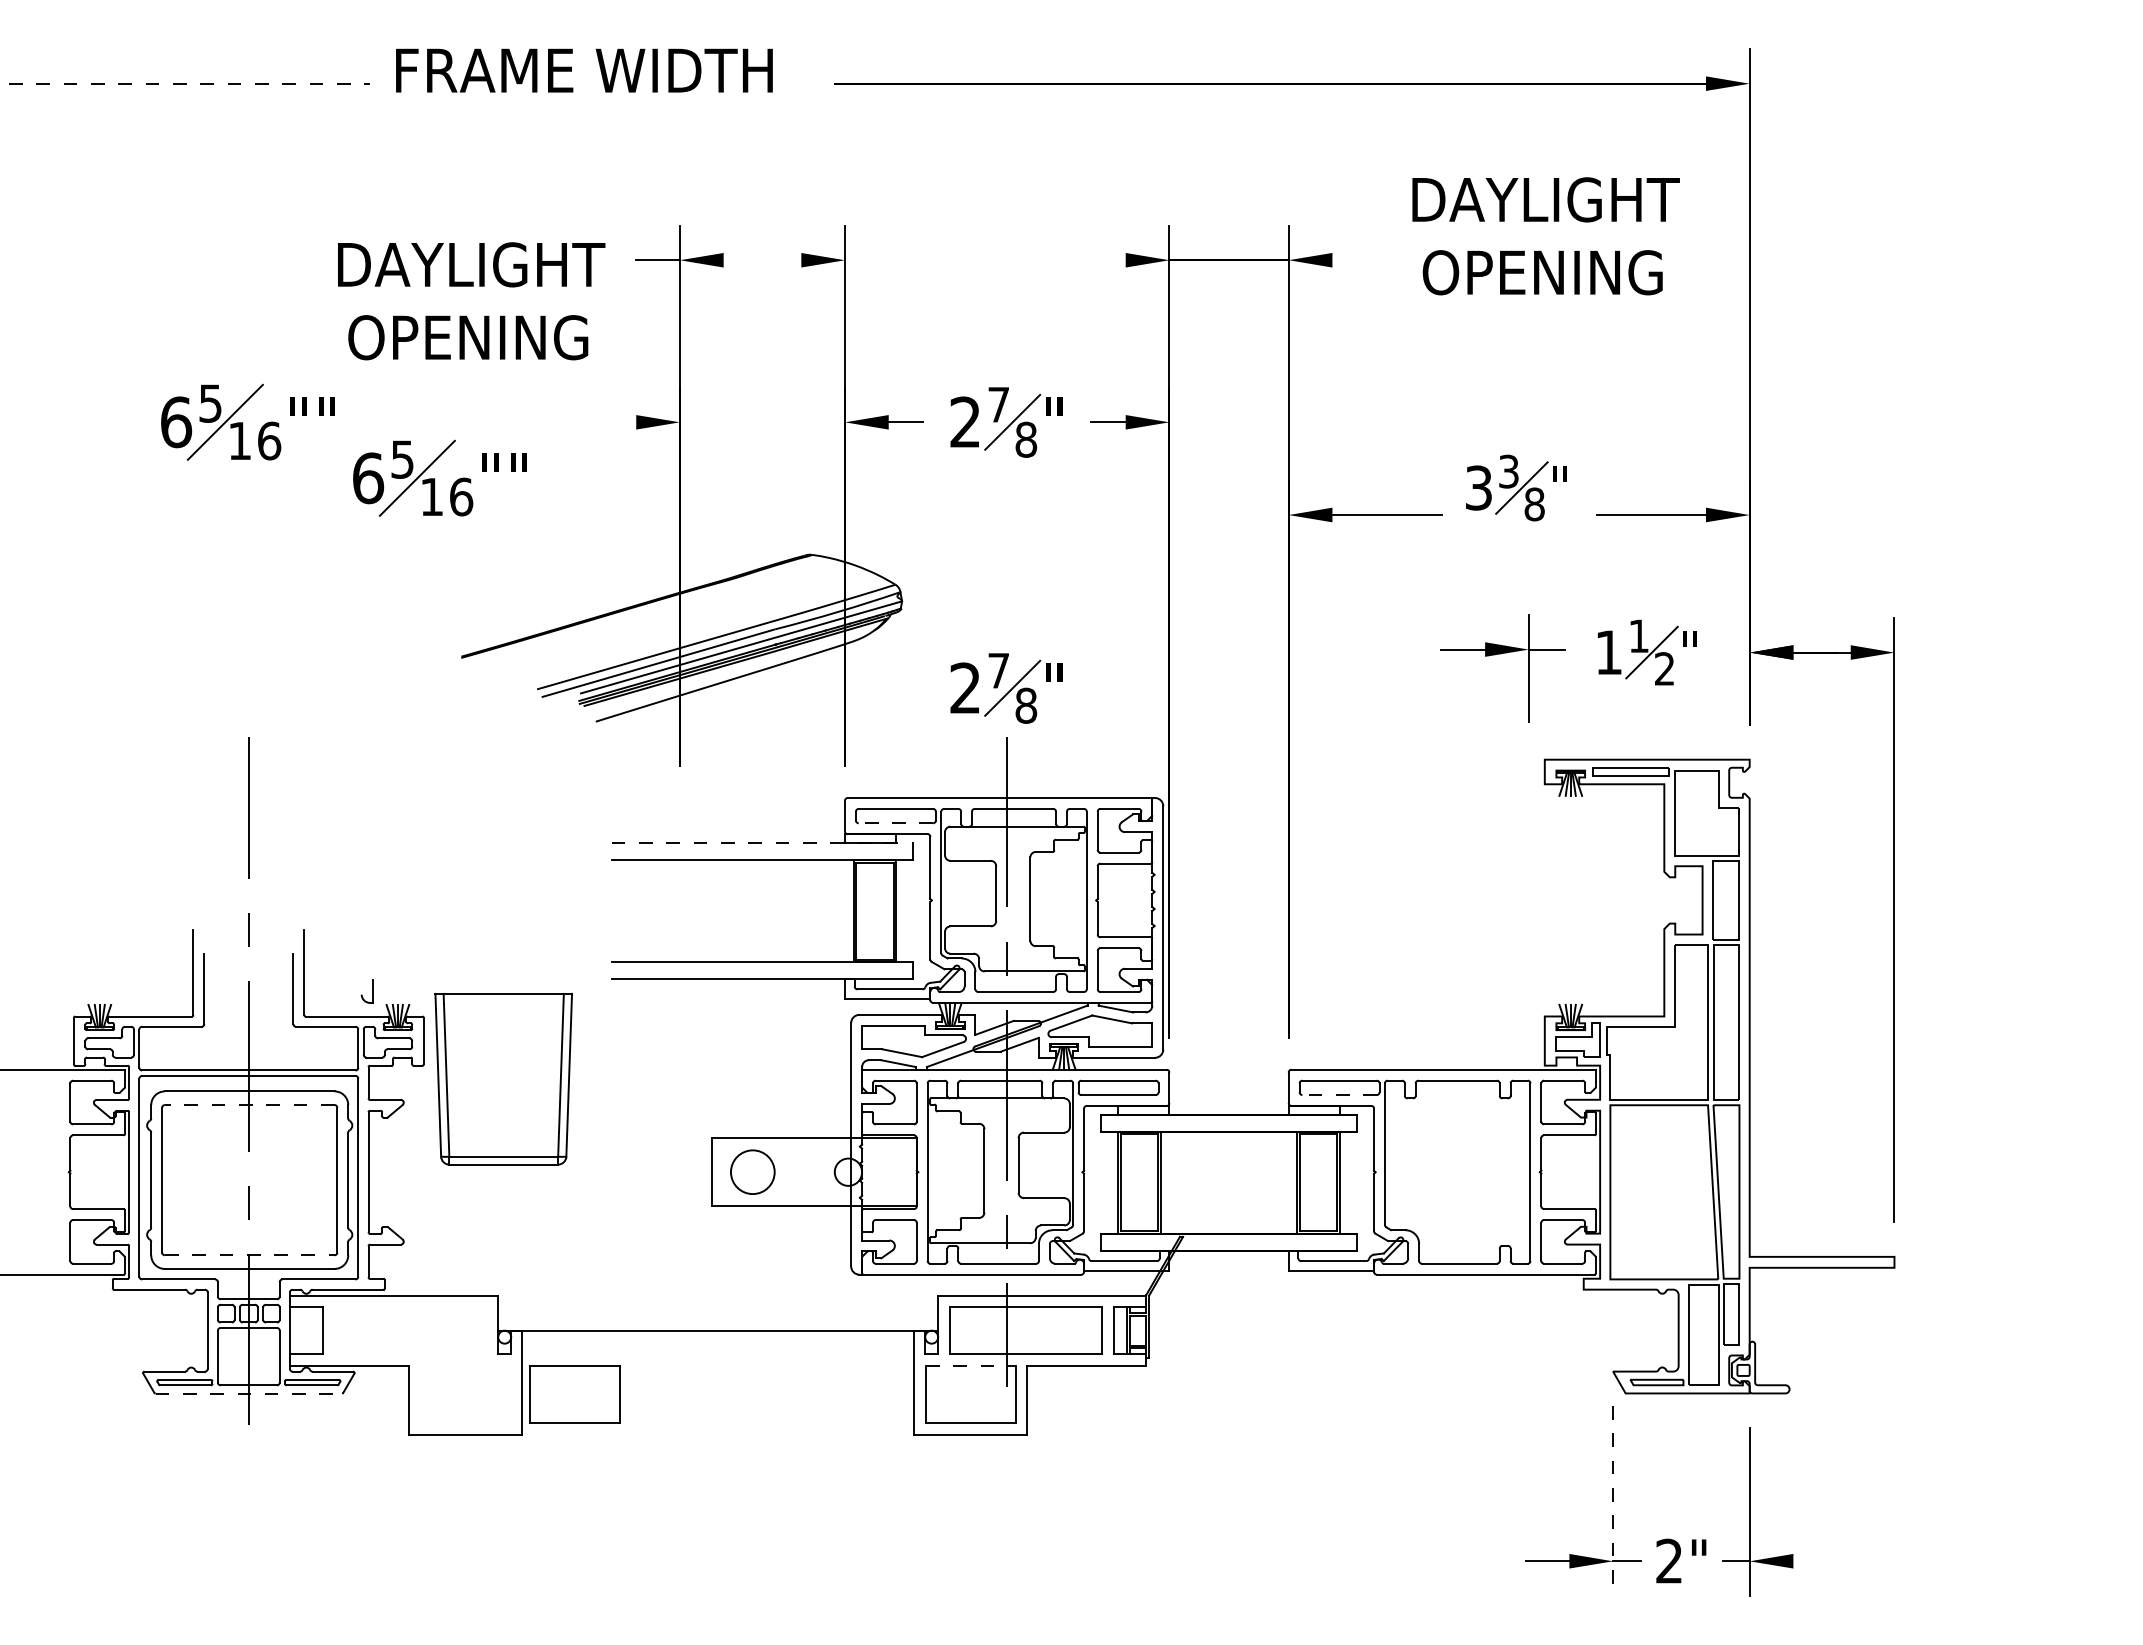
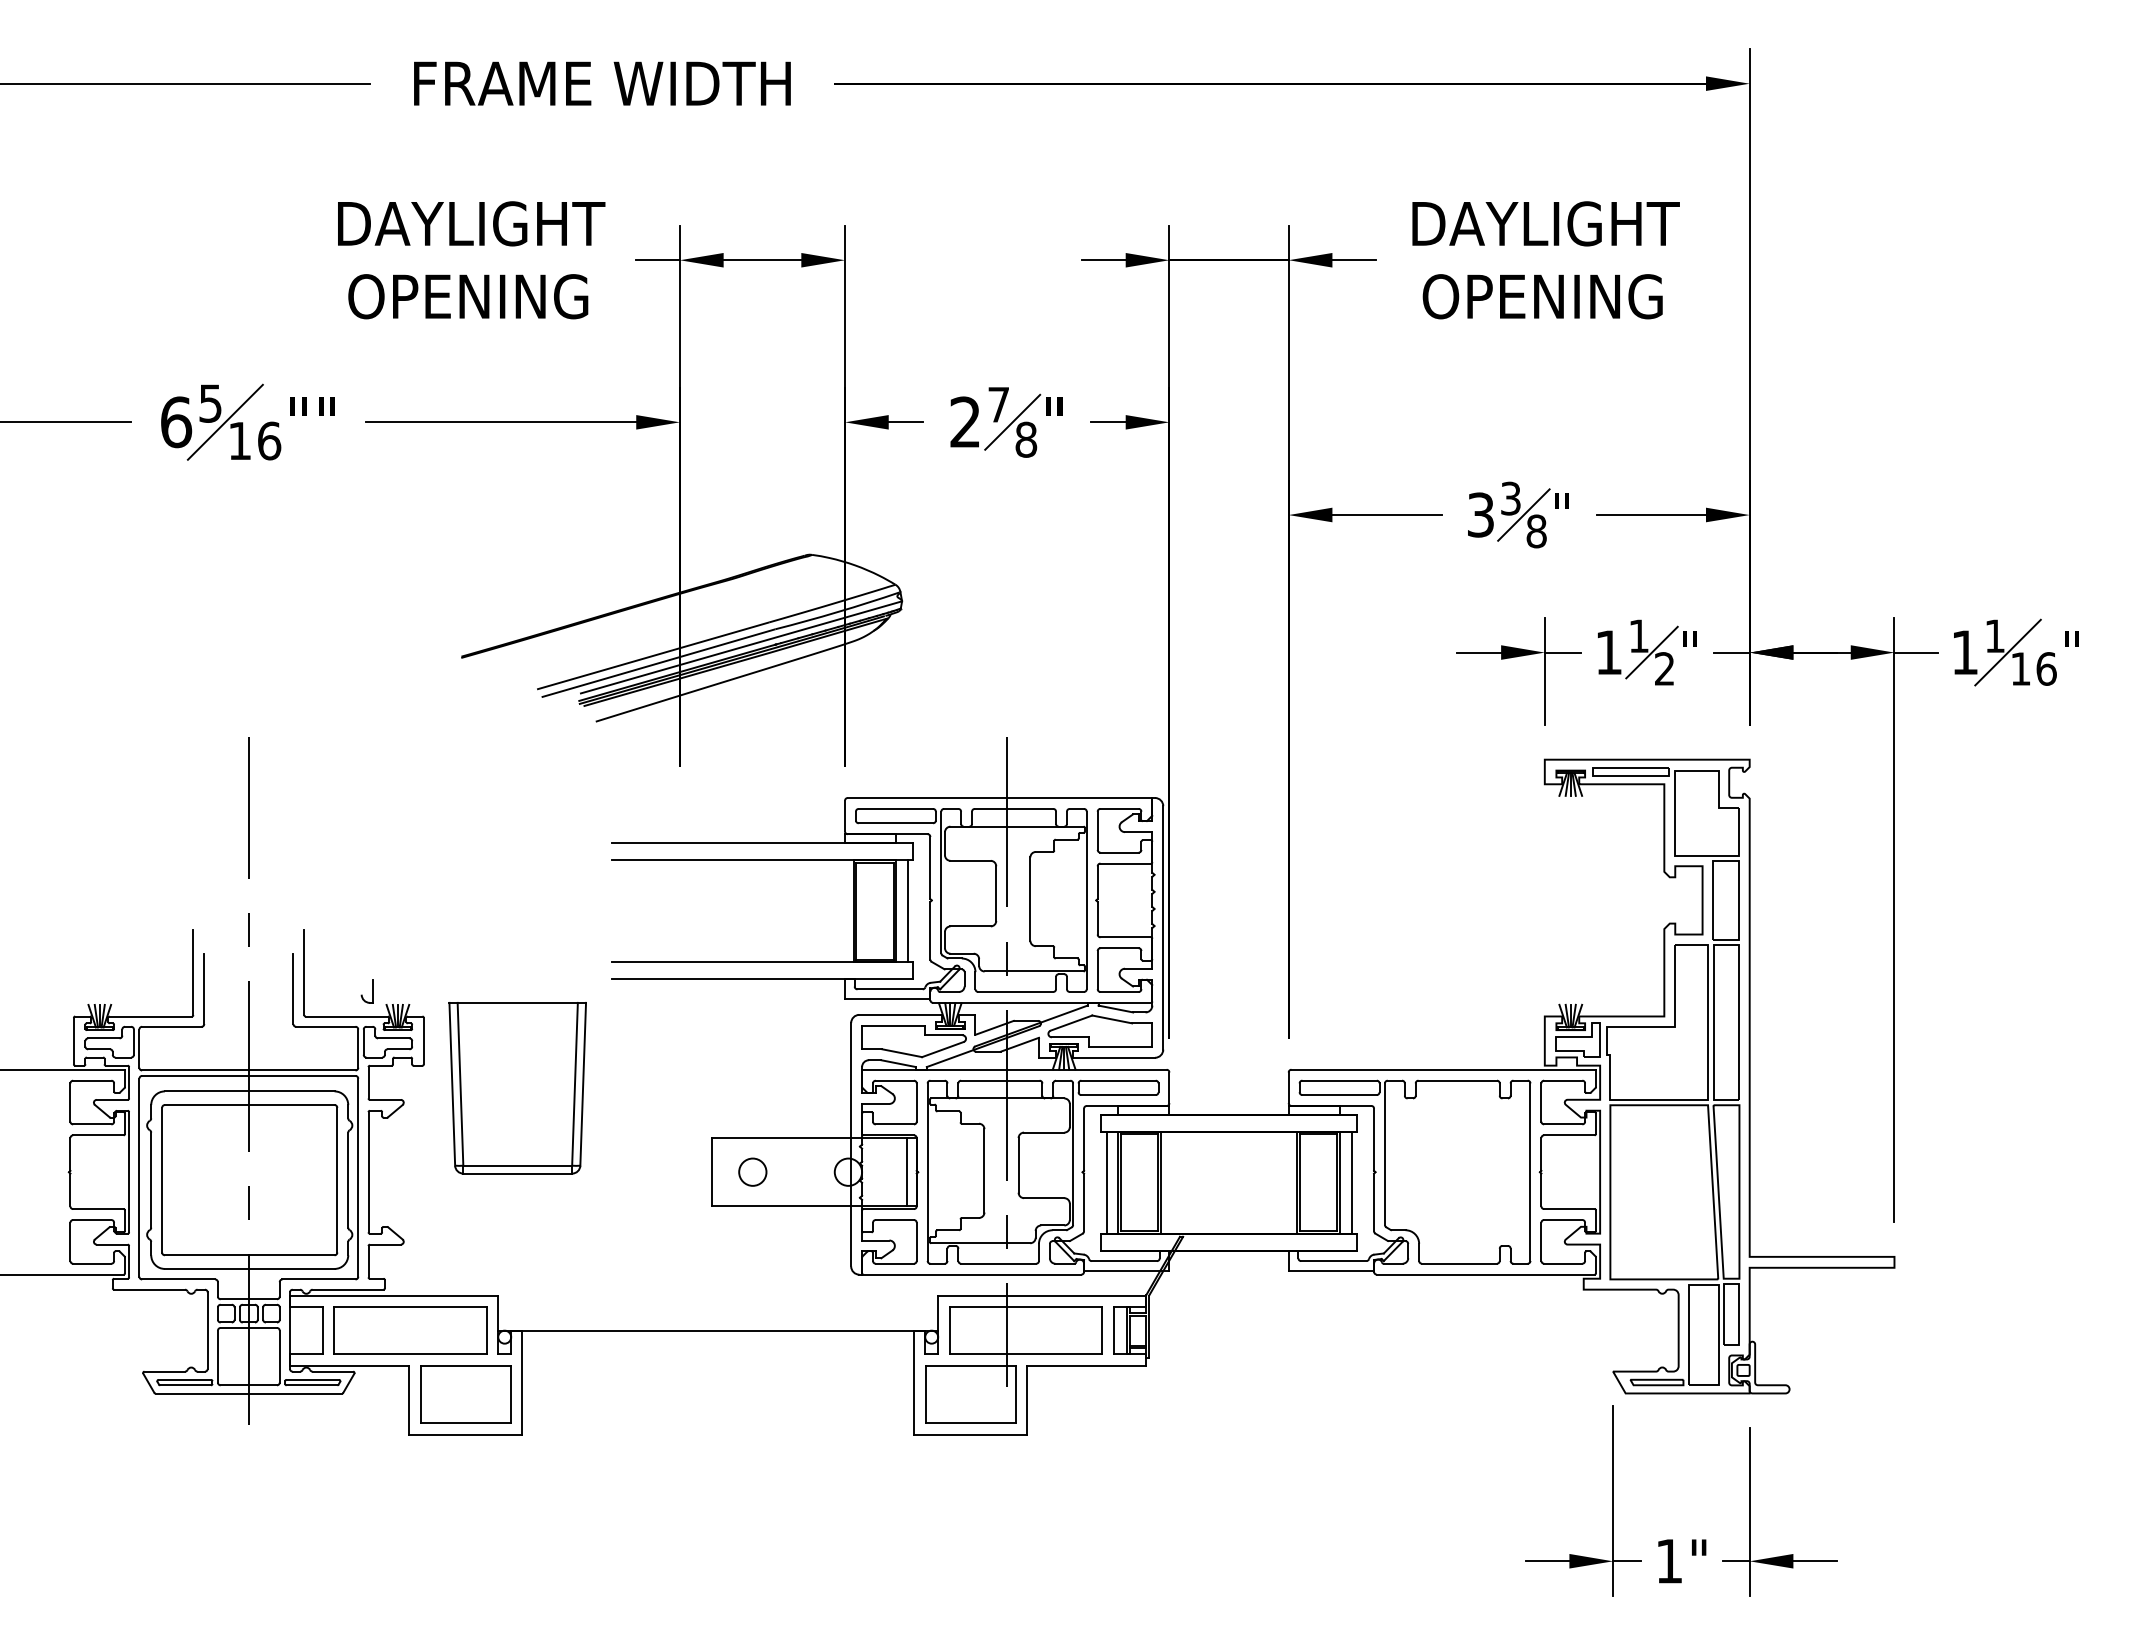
text at (584, 70) position: (584, 70) -> (602, 83)
line at (185, 83): dashed -> solid
text at (1545, 236) position: (1545, 236) -> (1545, 260)
line at (762, 260): none -> present
line at (1103, 260): none -> present
line at (1354, 260): none -> present
text at (471, 301) position: (471, 301) -> (471, 260)
line at (66, 422): none -> present
line at (501, 422): none -> present
part at (439, 477): present -> none
part at (1516, 487) position: (1516, 487) -> (1518, 514)
line at (1731, 652): none -> present
line at (1916, 652): none -> present
part at (2016, 652): none -> present
part at (1501, 654) position: (1501, 654) -> (1517, 657)
part at (1006, 688): present -> none
line at (895, 823): dashed -> solid
line at (762, 842): dashed -> solid
line at (907, 910): none -> present
part at (503, 1079) position: (503, 1079) -> (517, 1088)
line at (1339, 1095): dashed -> solid
line at (249, 1105): dashed -> solid
circle at (752, 1172) diameter: 44 px -> 27 px
line at (906, 1172): none -> present
line at (1106, 1182): none -> present
line at (1351, 1182): none -> present
line at (249, 1255): dashed -> solid
part at (410, 1330): none -> present
line at (970, 1365): dashed -> solid
line at (249, 1393): dashed -> solid
part at (574, 1394) position: (574, 1394) -> (465, 1394)
line at (1613, 1500): dashed -> solid
text at (1668, 1560): 2" -> 1"
line at (1815, 1561): none -> present
